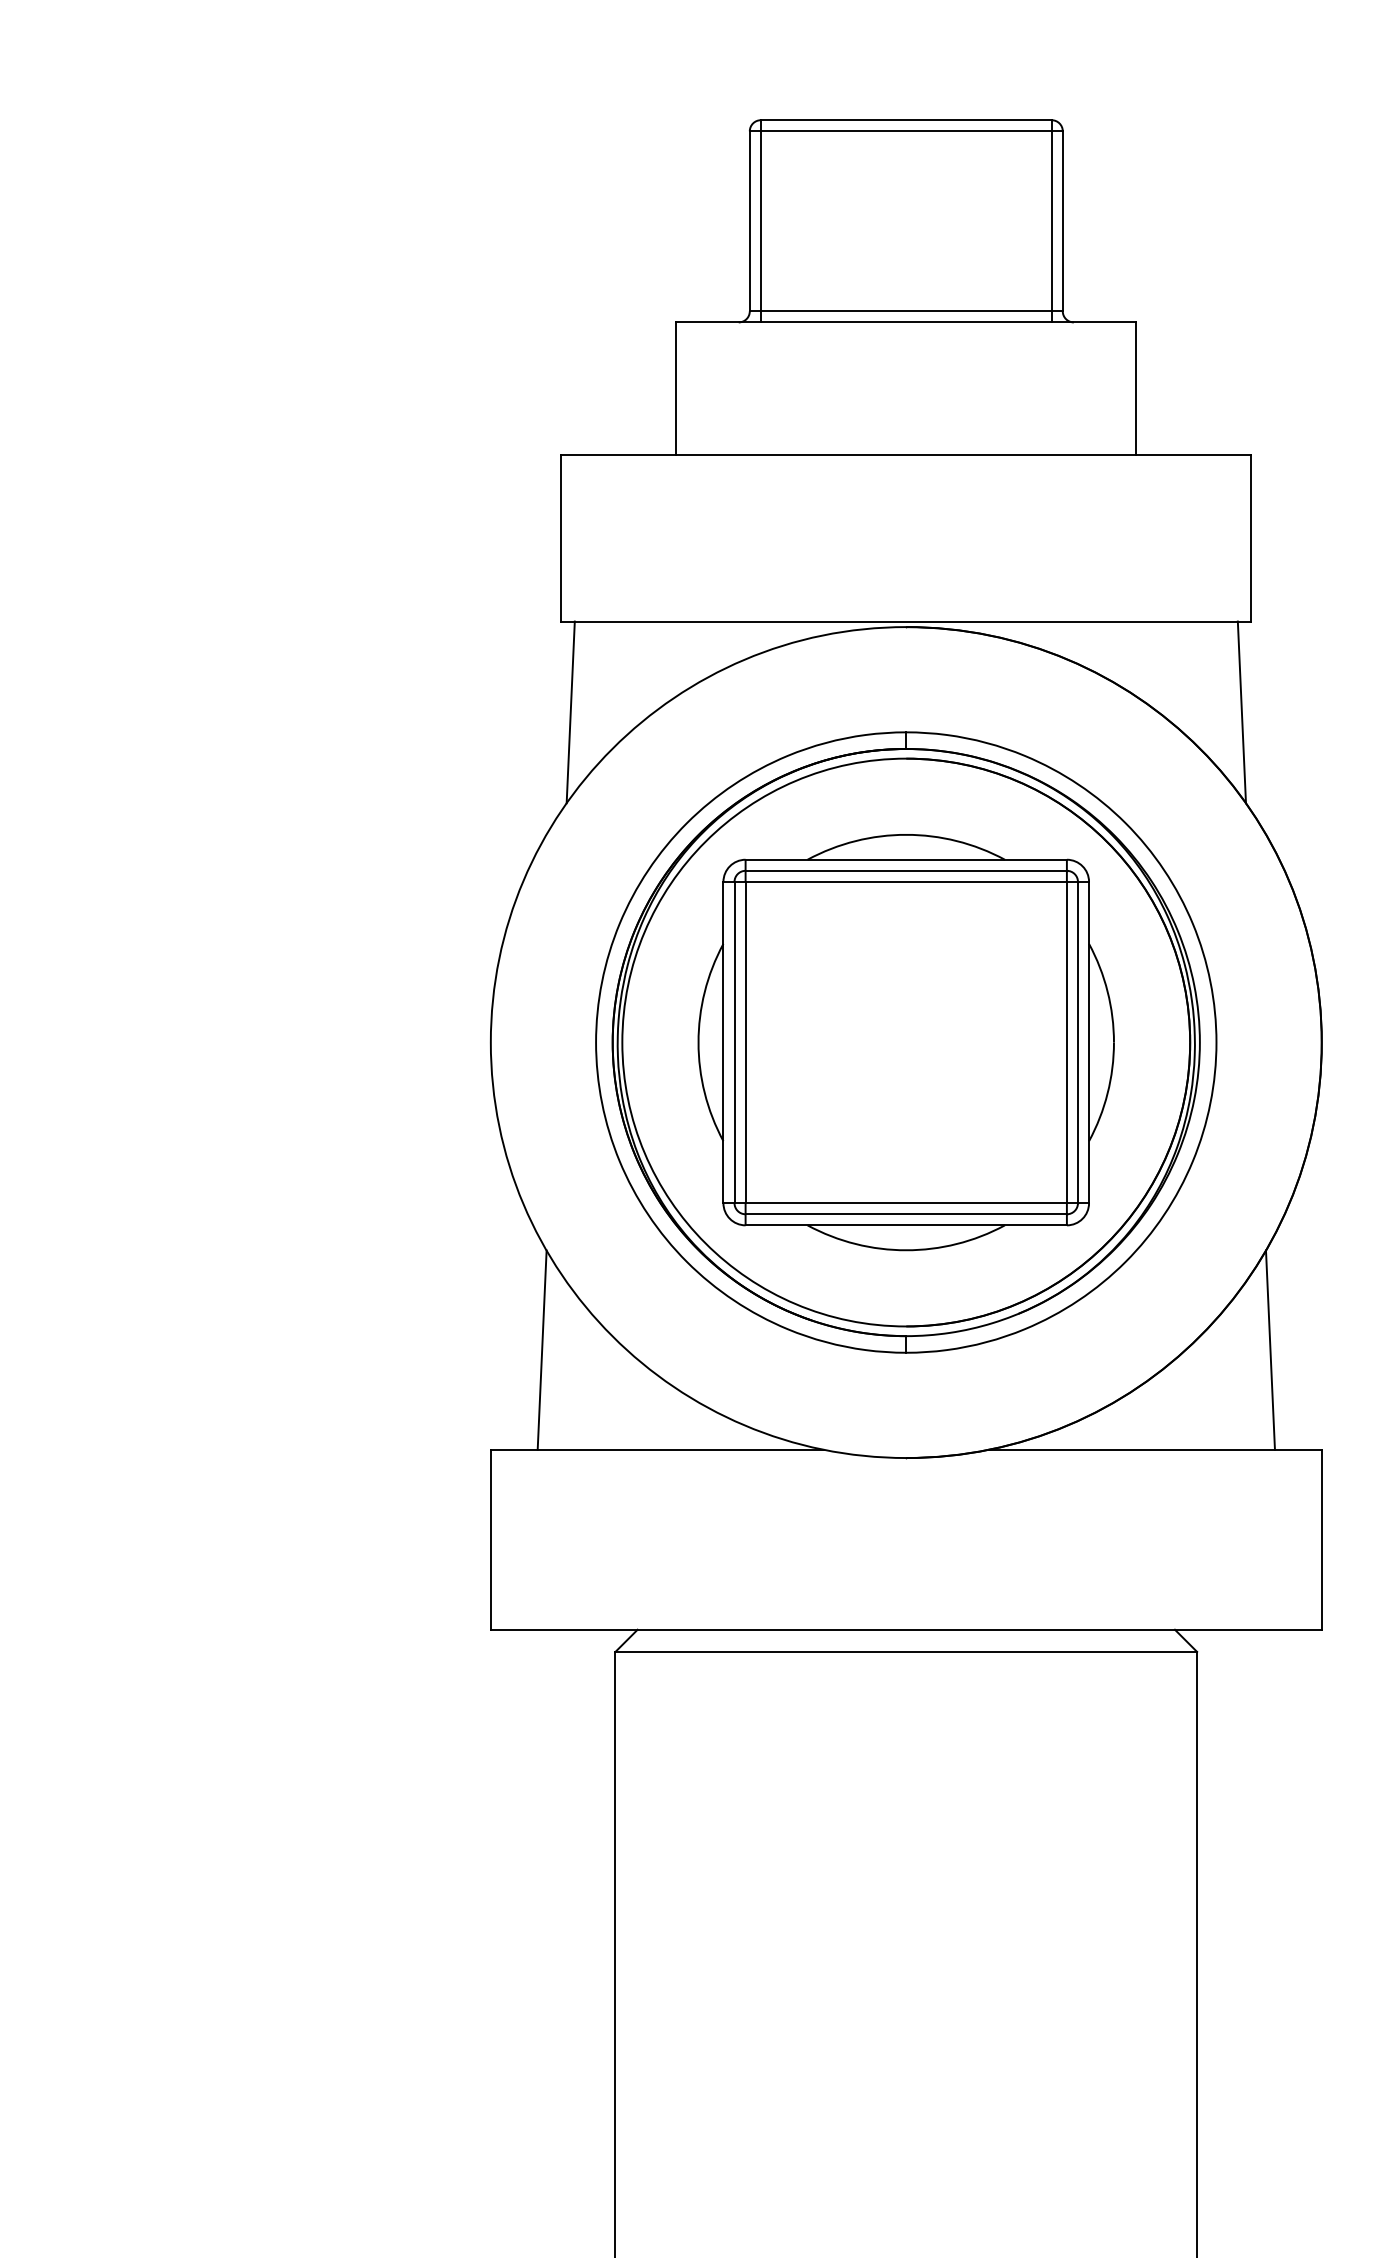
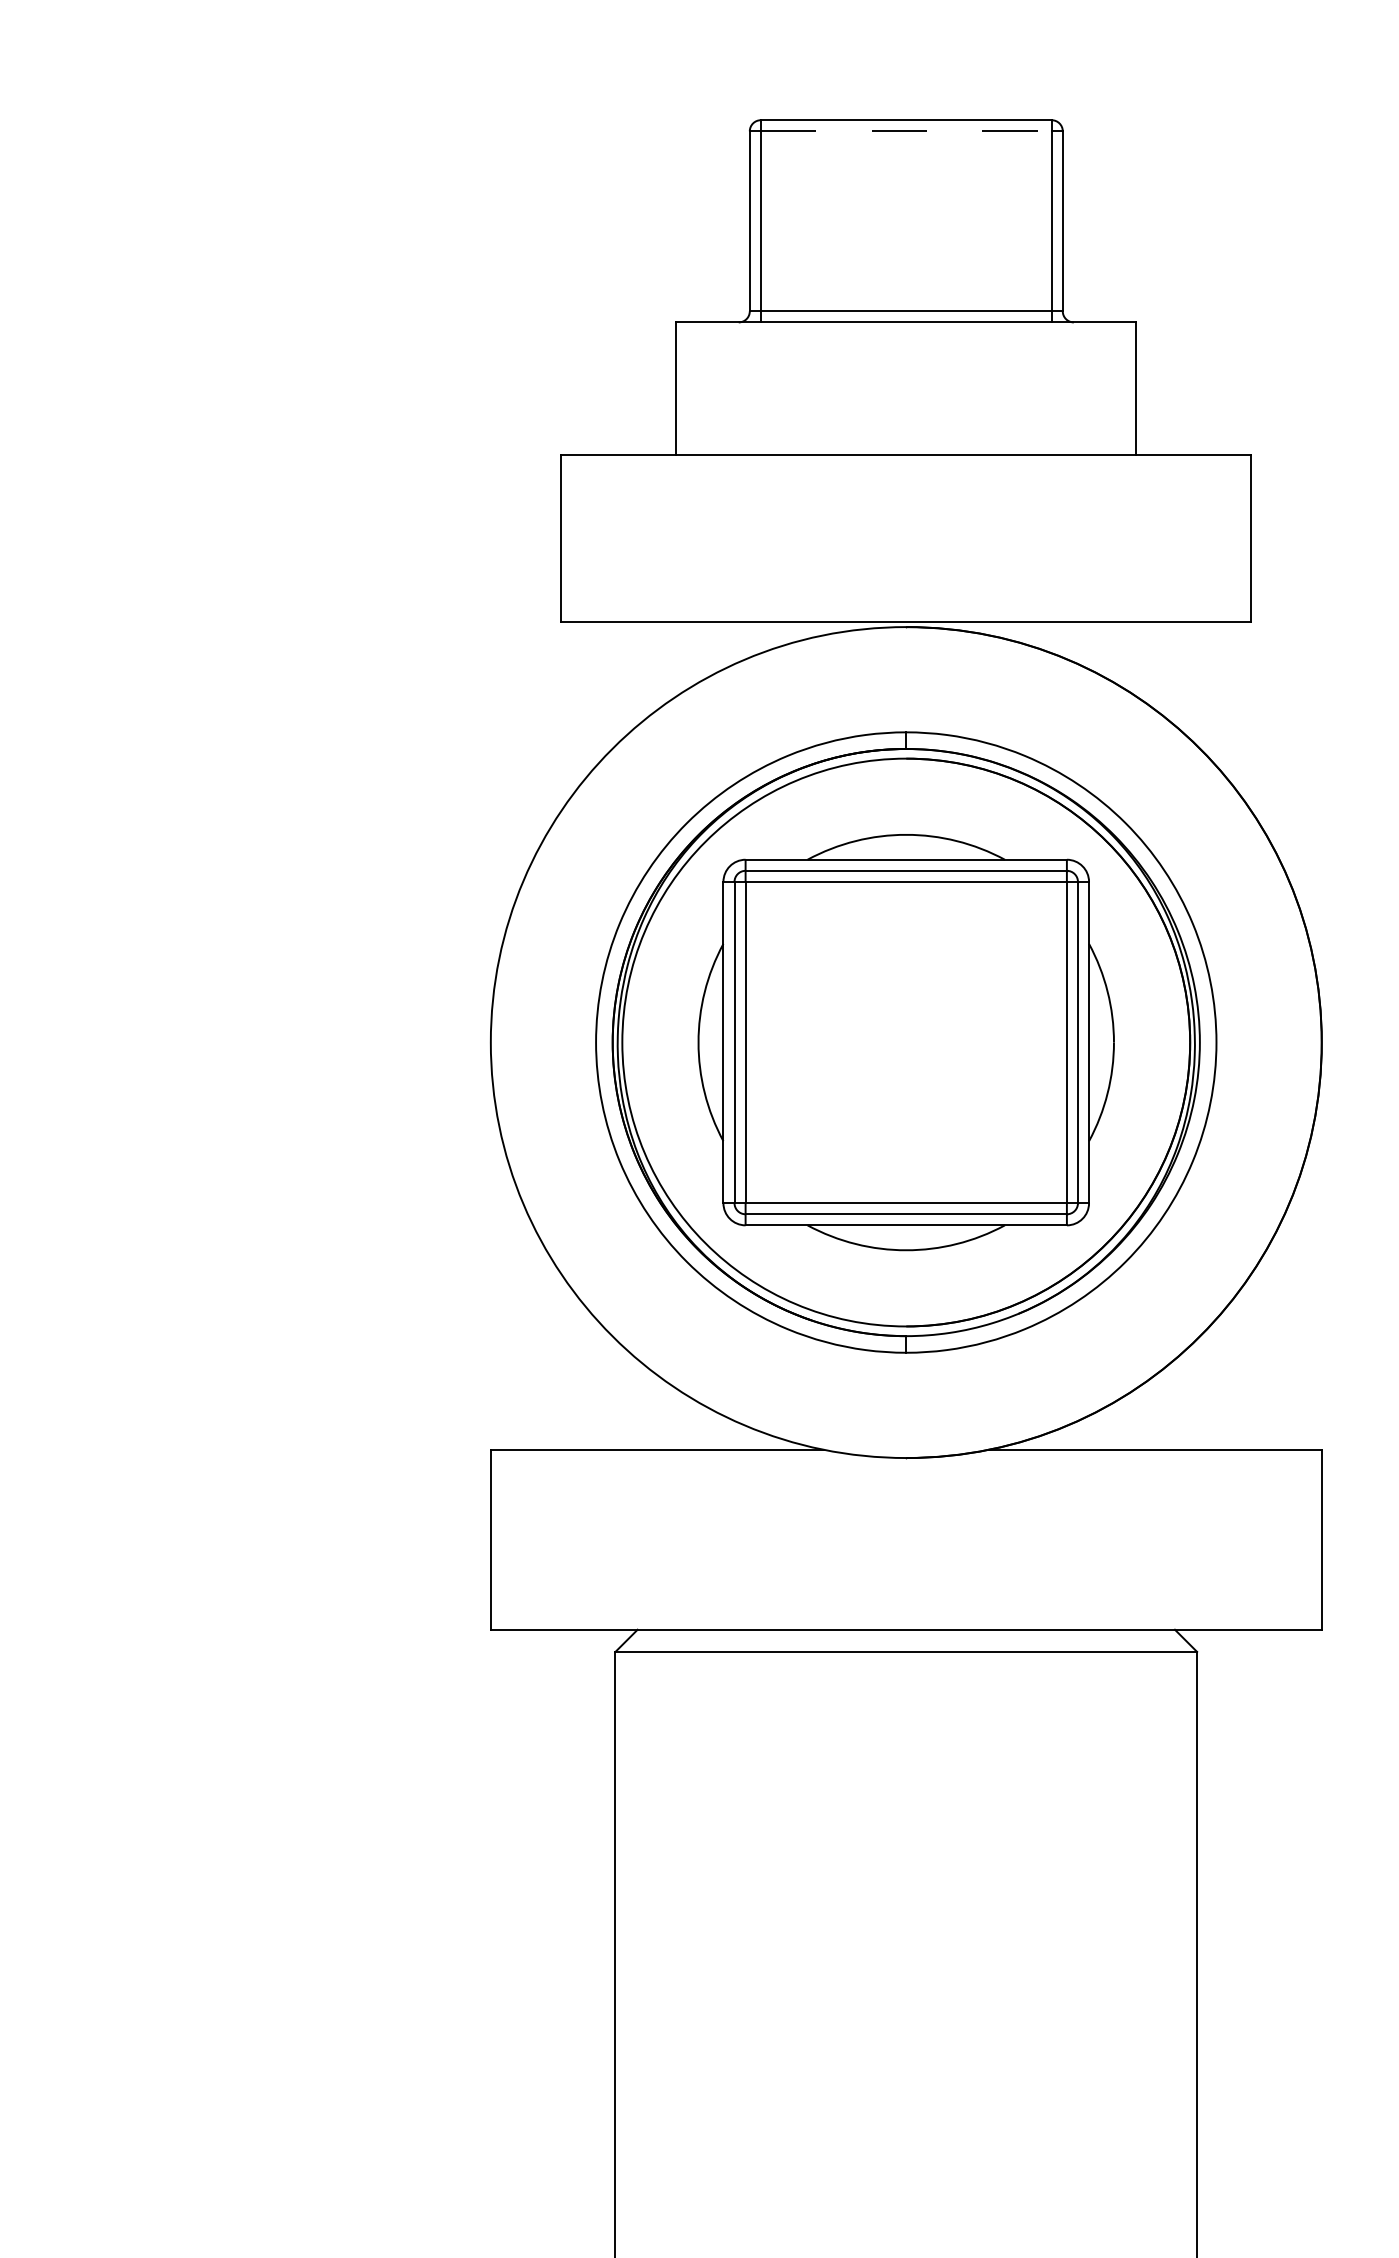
line at (906, 131): solid -> dashed
line at (570, 712): present -> none
line at (1241, 712): present -> none
line at (541, 1349): present -> none
line at (1269, 1349): present -> none
